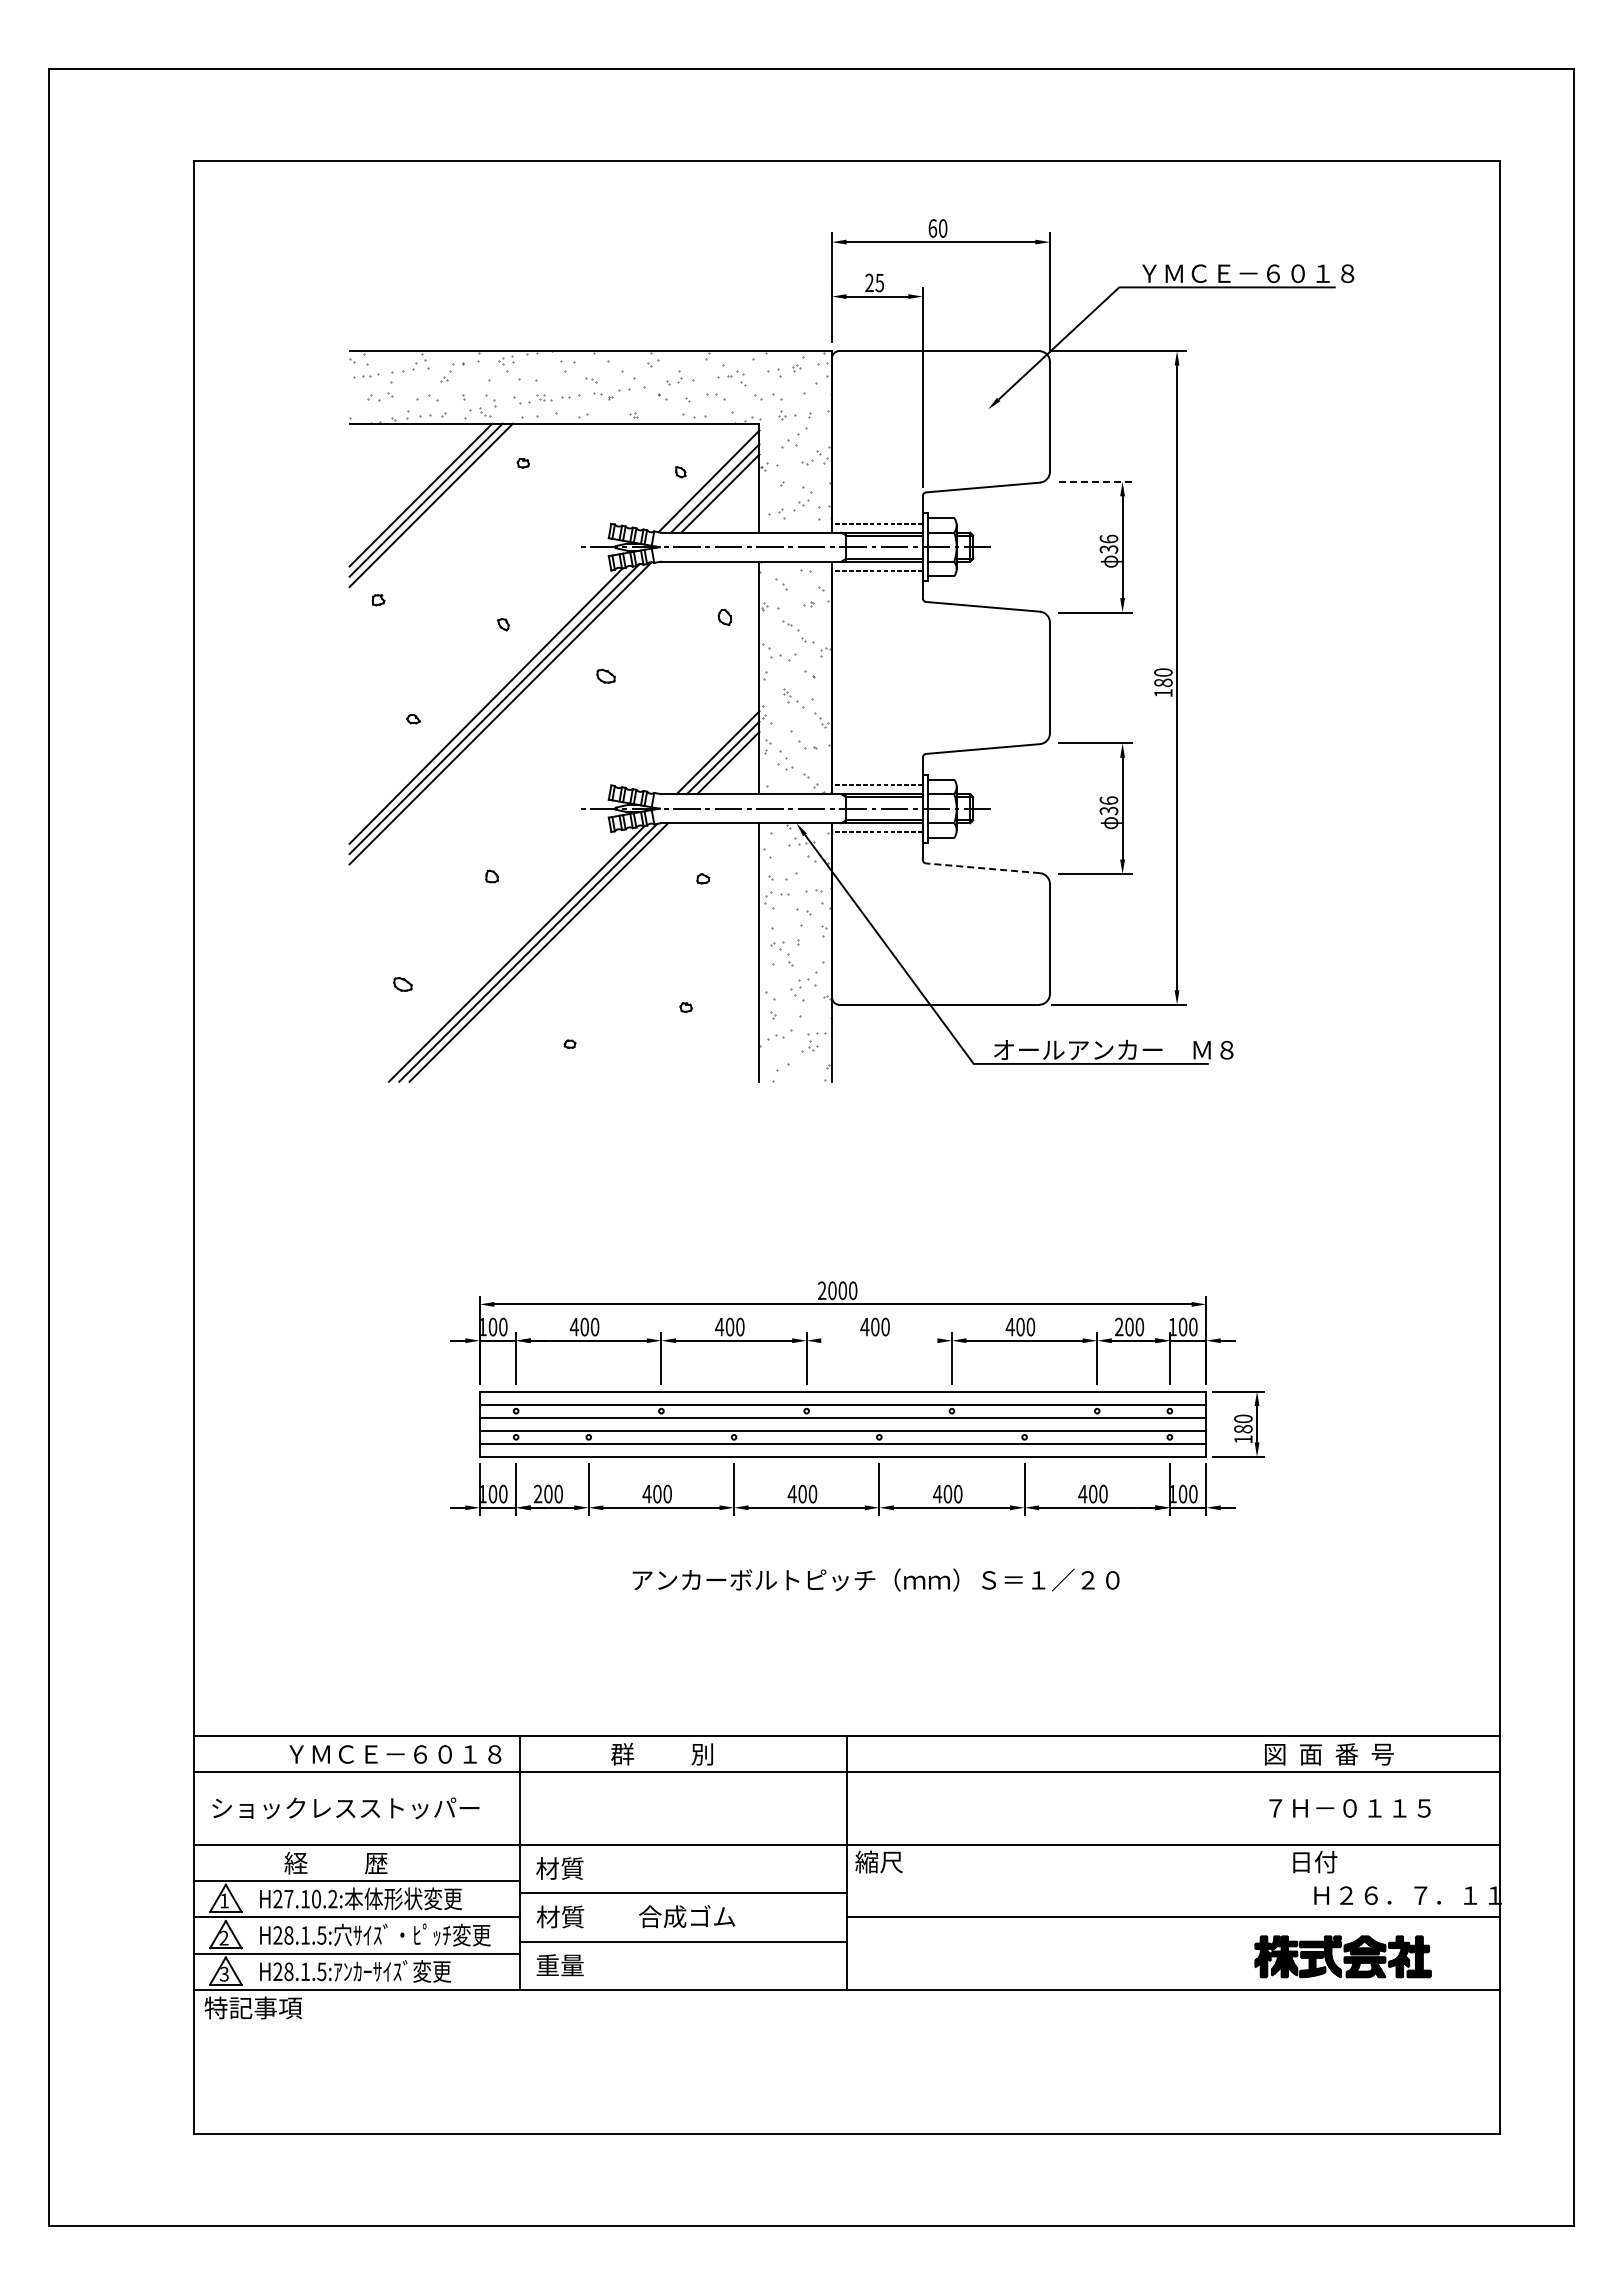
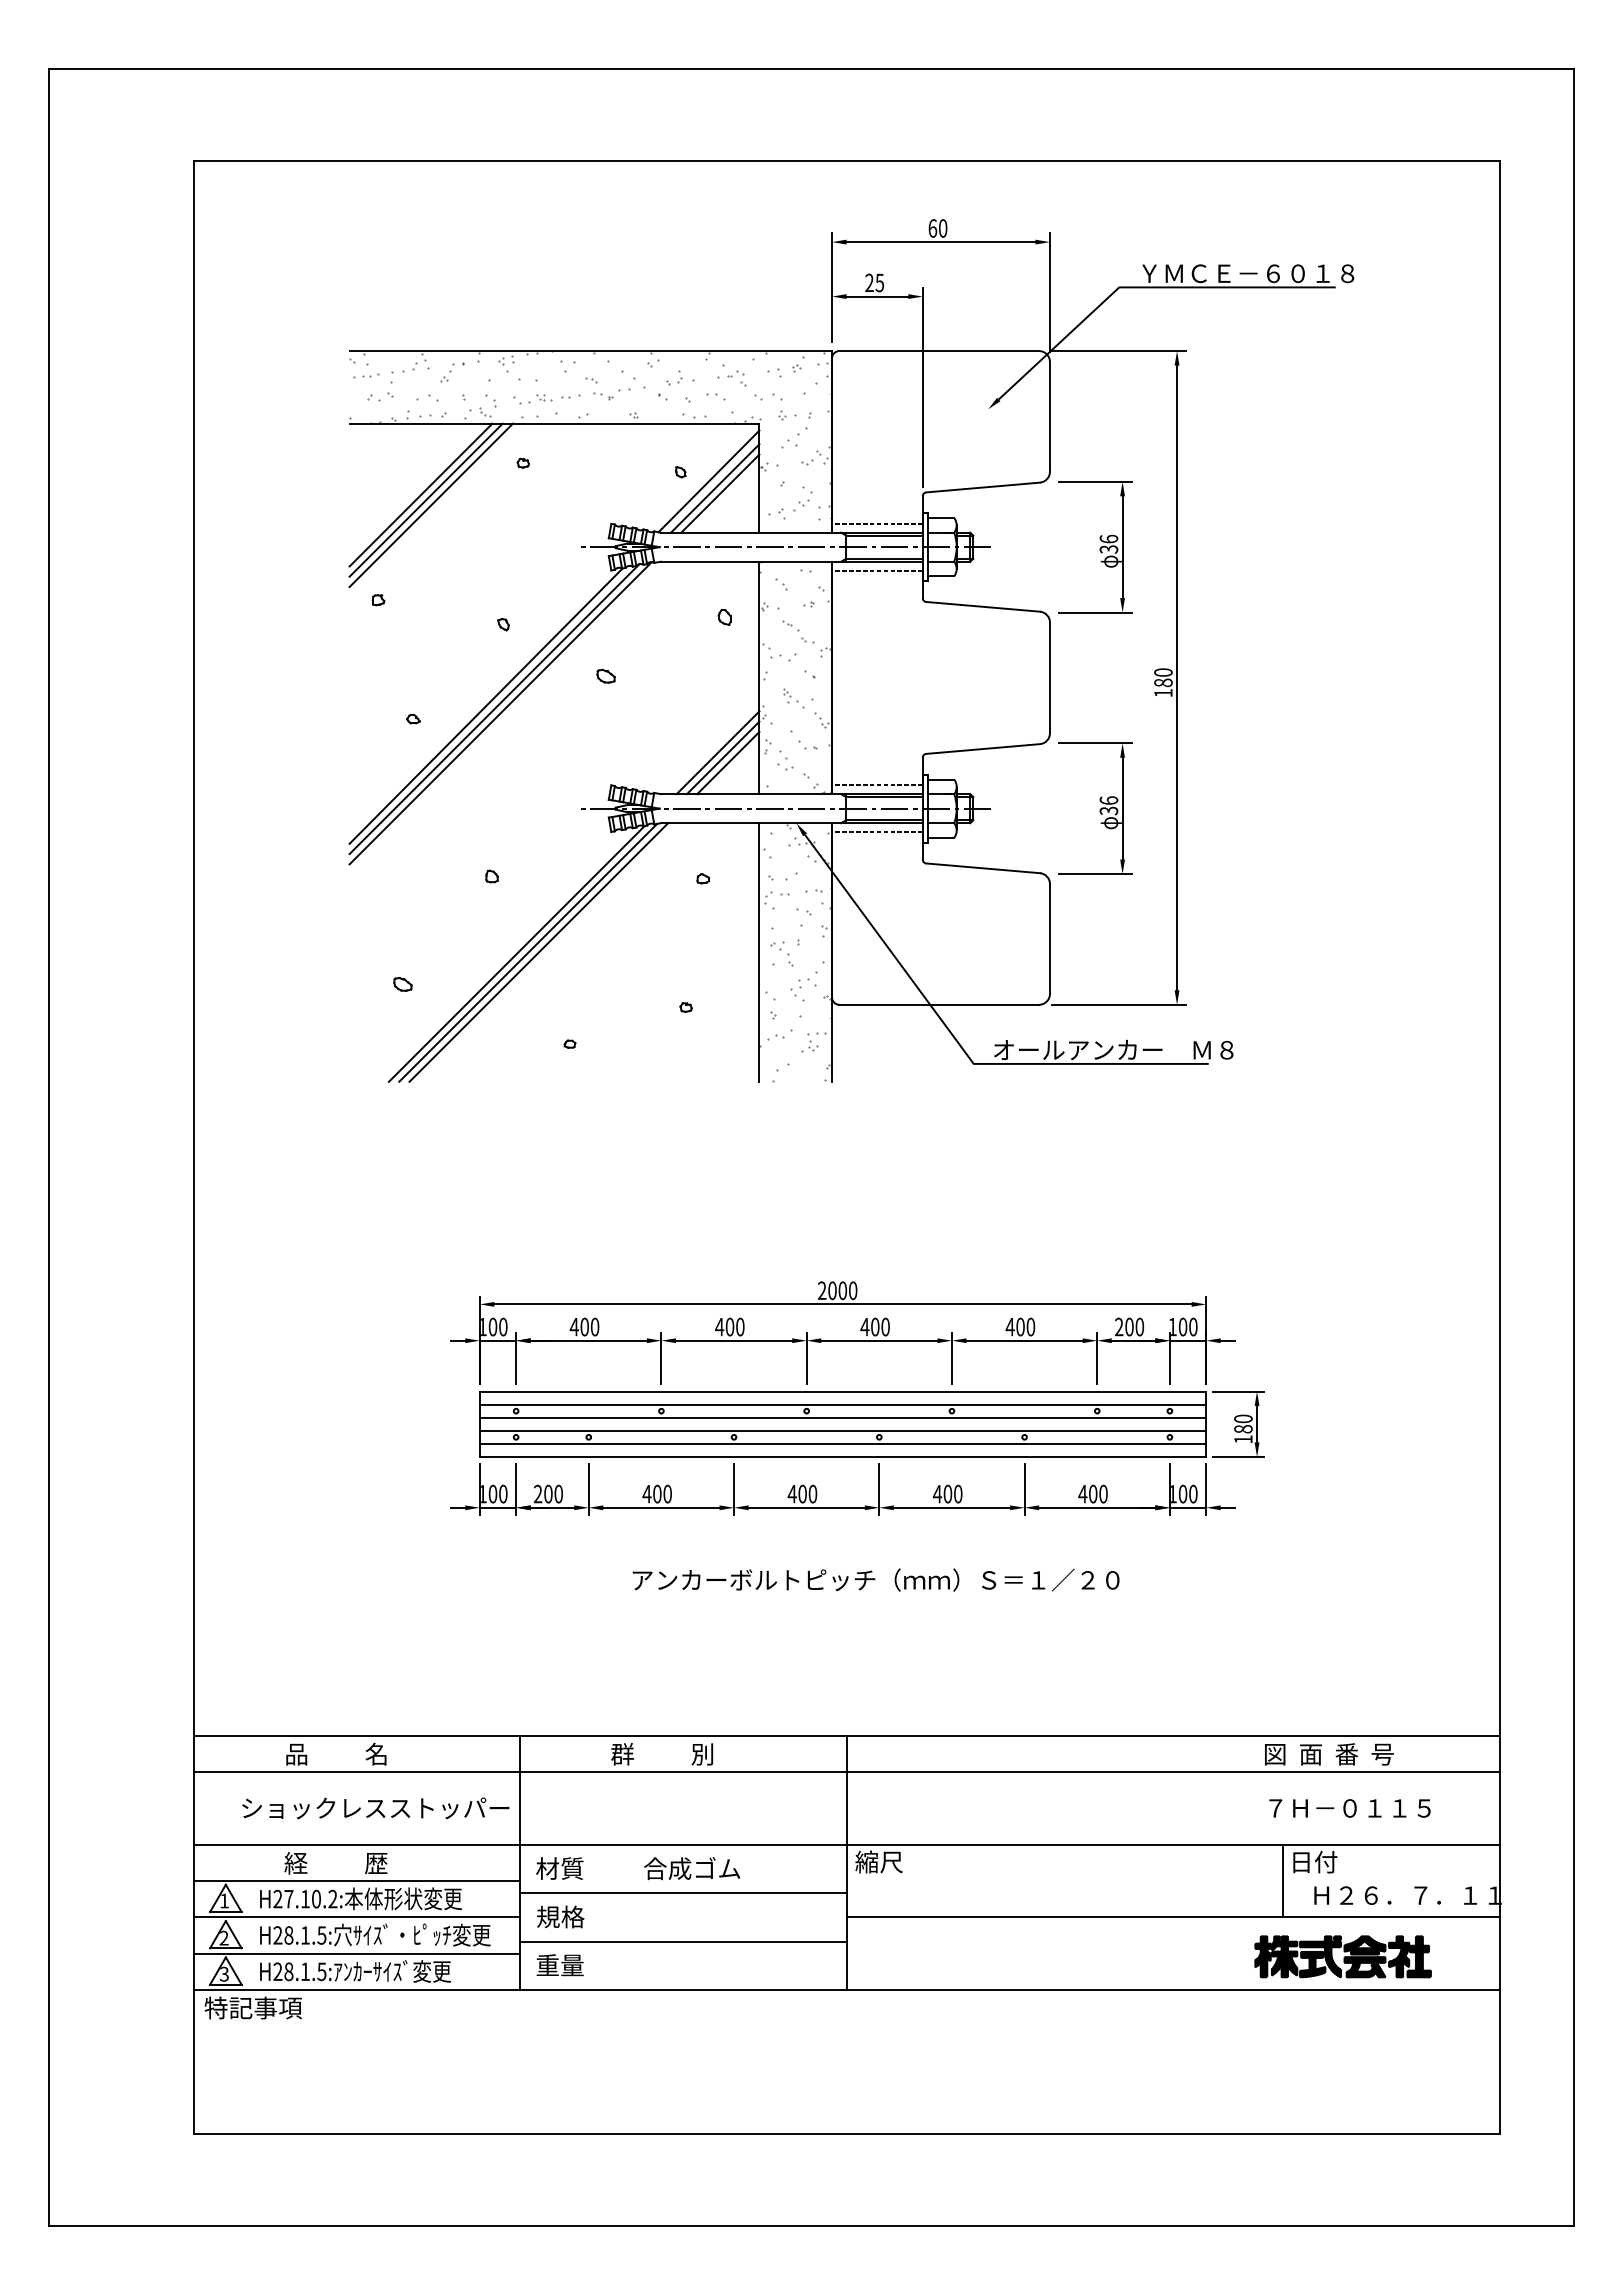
line at (1095, 481): dashed -> solid
line at (982, 868): dashed -> solid
line at (879, 1340): none -> present
text at (393, 1753): ＹＭＣＥ－６０１８ -> 品          名
text at (345, 1808) position: (345, 1808) -> (375, 1808)
line at (1282, 1880): none -> present
text at (560, 1916): 材質 -> 規格
text at (687, 1916) position: (687, 1916) -> (692, 1868)
